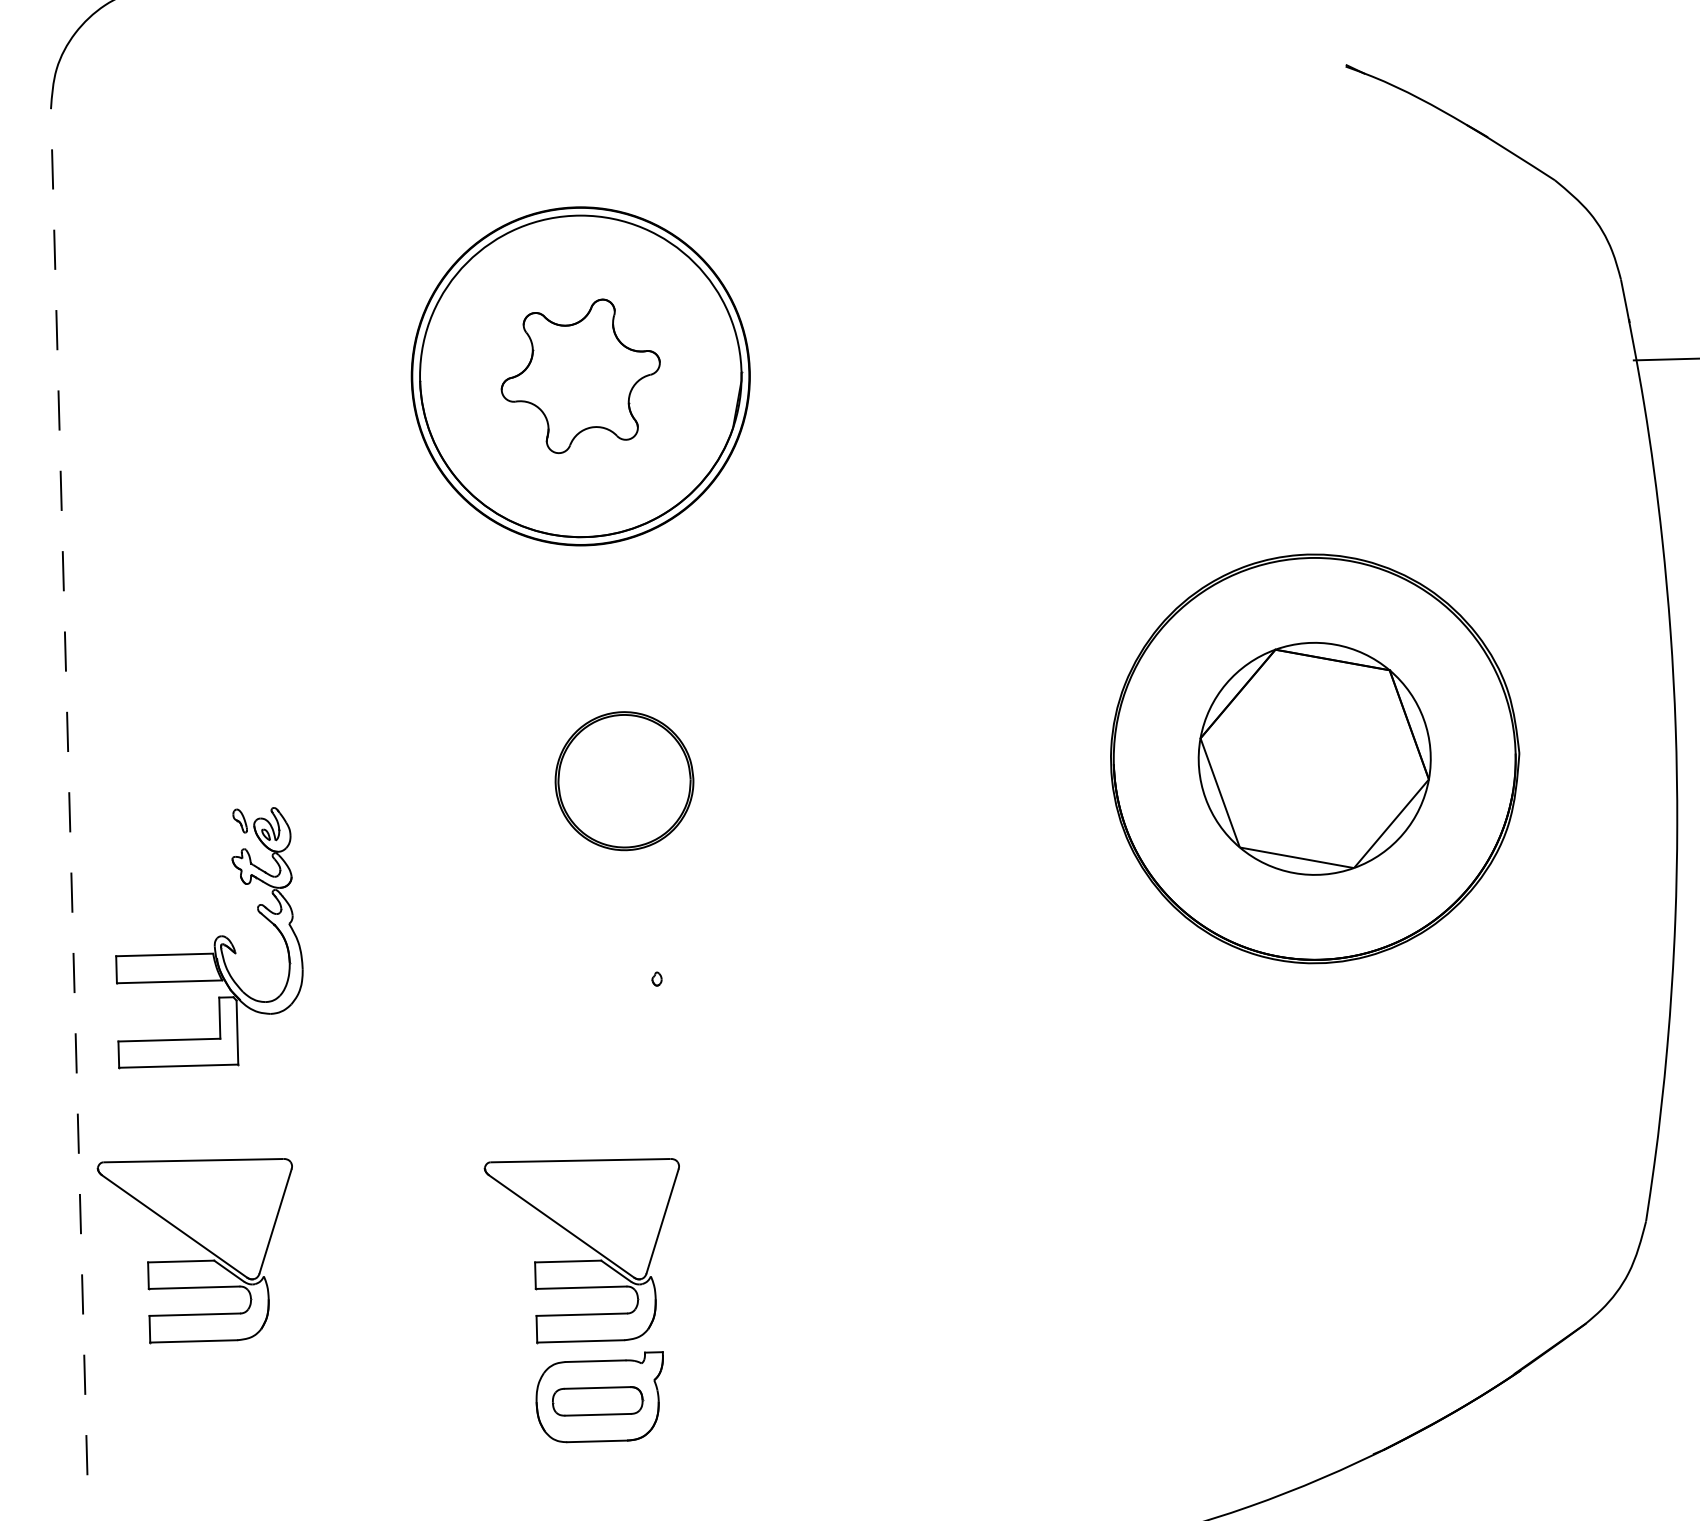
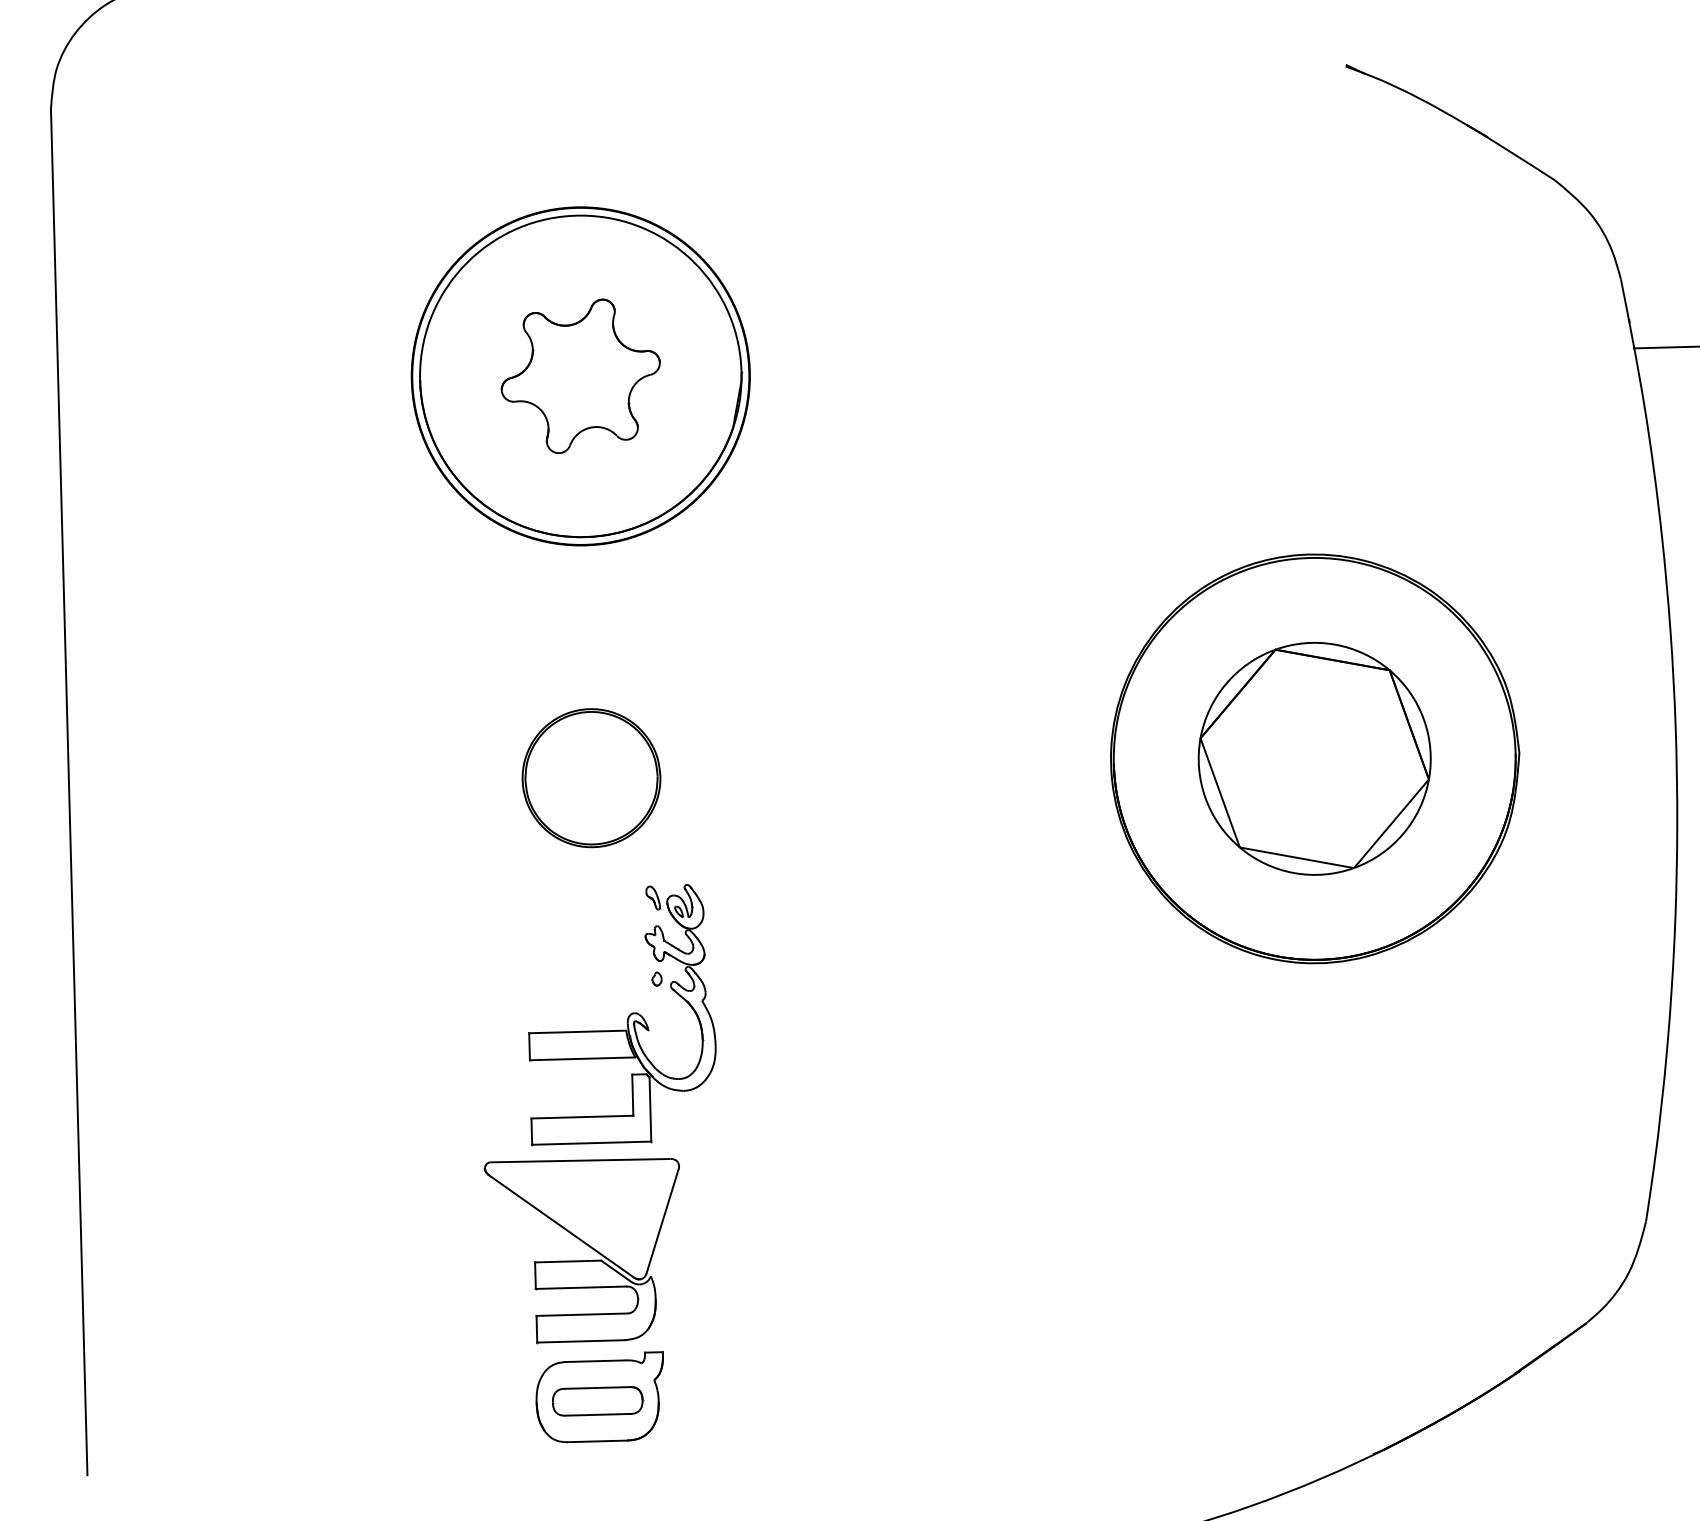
line at (1664, 359) position: (1664, 359) -> (1664, 347)
part at (624, 781) position: (624, 781) -> (591, 778)
line at (69, 791): dashed -> solid
part at (209, 938) position: (209, 938) -> (622, 1015)
part at (199, 1245): present -> none
